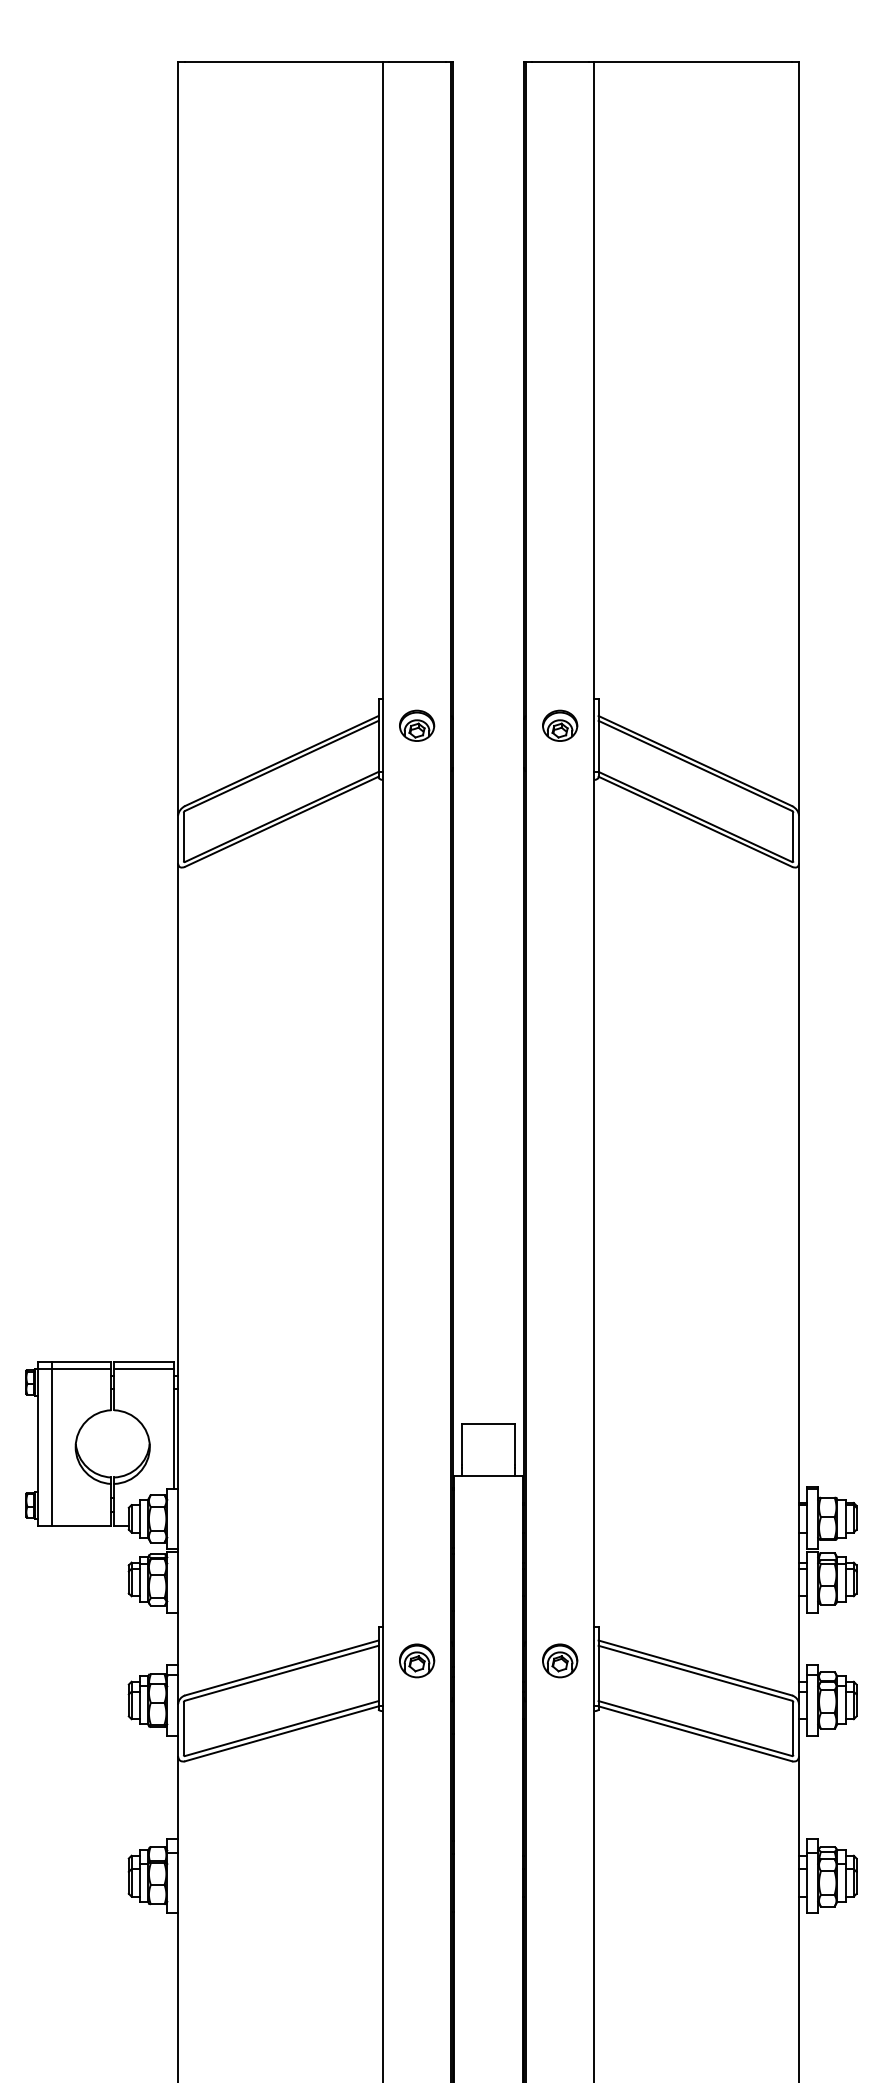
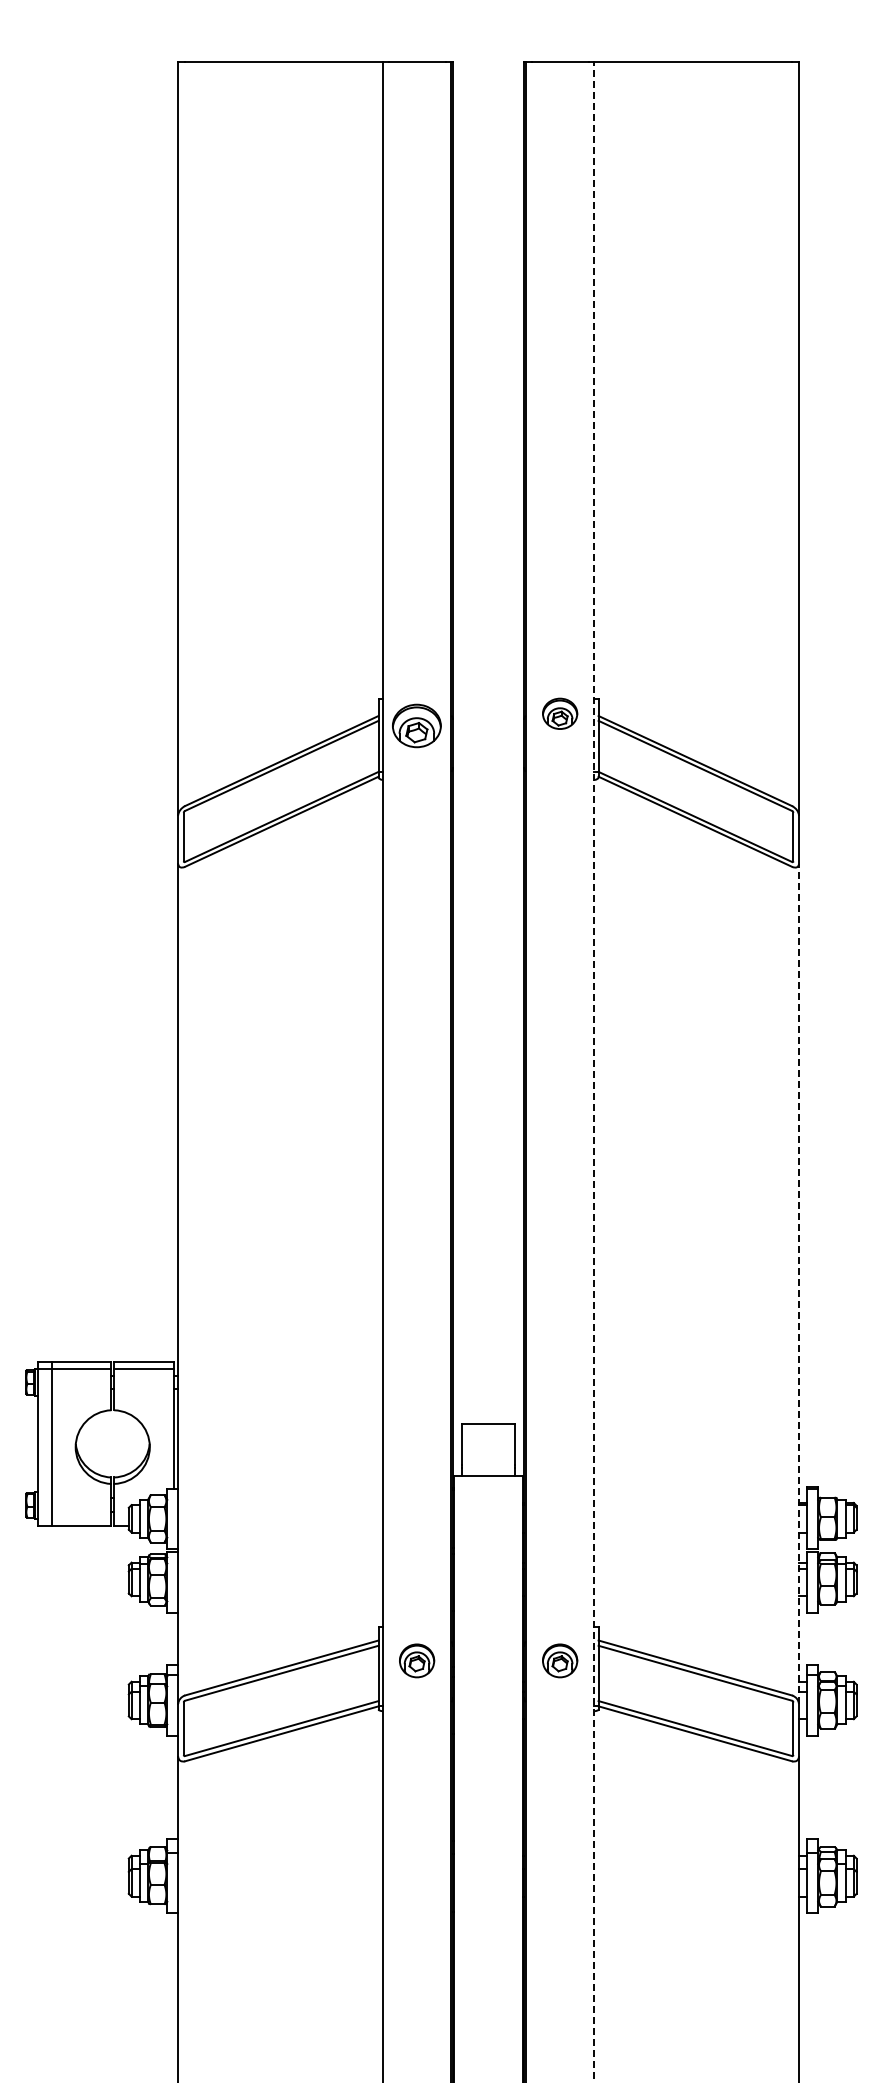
part at (417, 725) size: 37x33 px -> 50x46 px
part at (560, 725) position: (560, 725) -> (560, 713)
line at (594, 1072): solid -> dashed
line at (798, 1283): solid -> dashed
